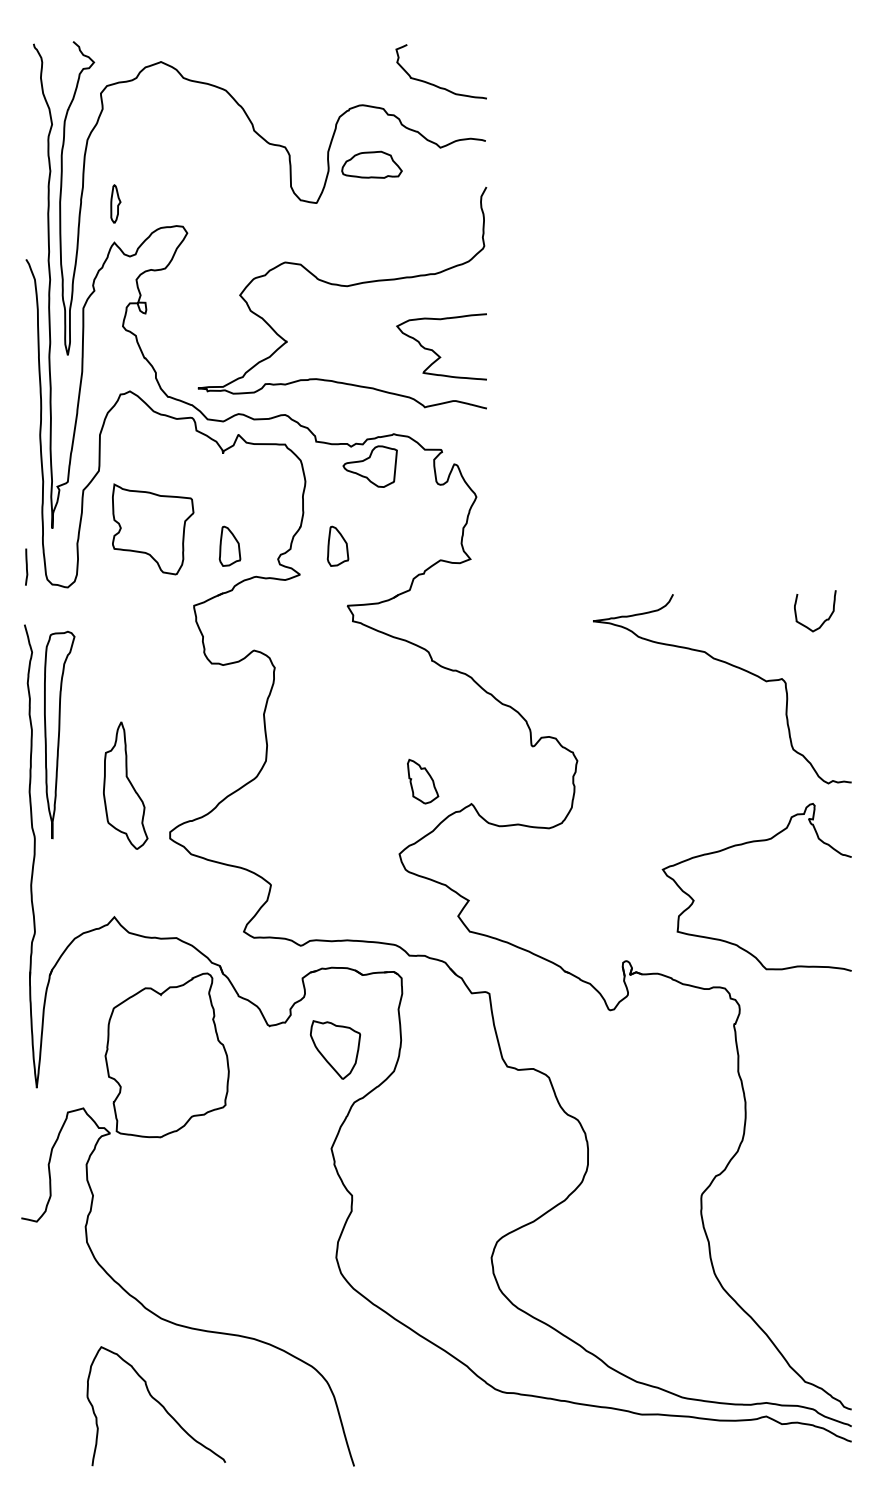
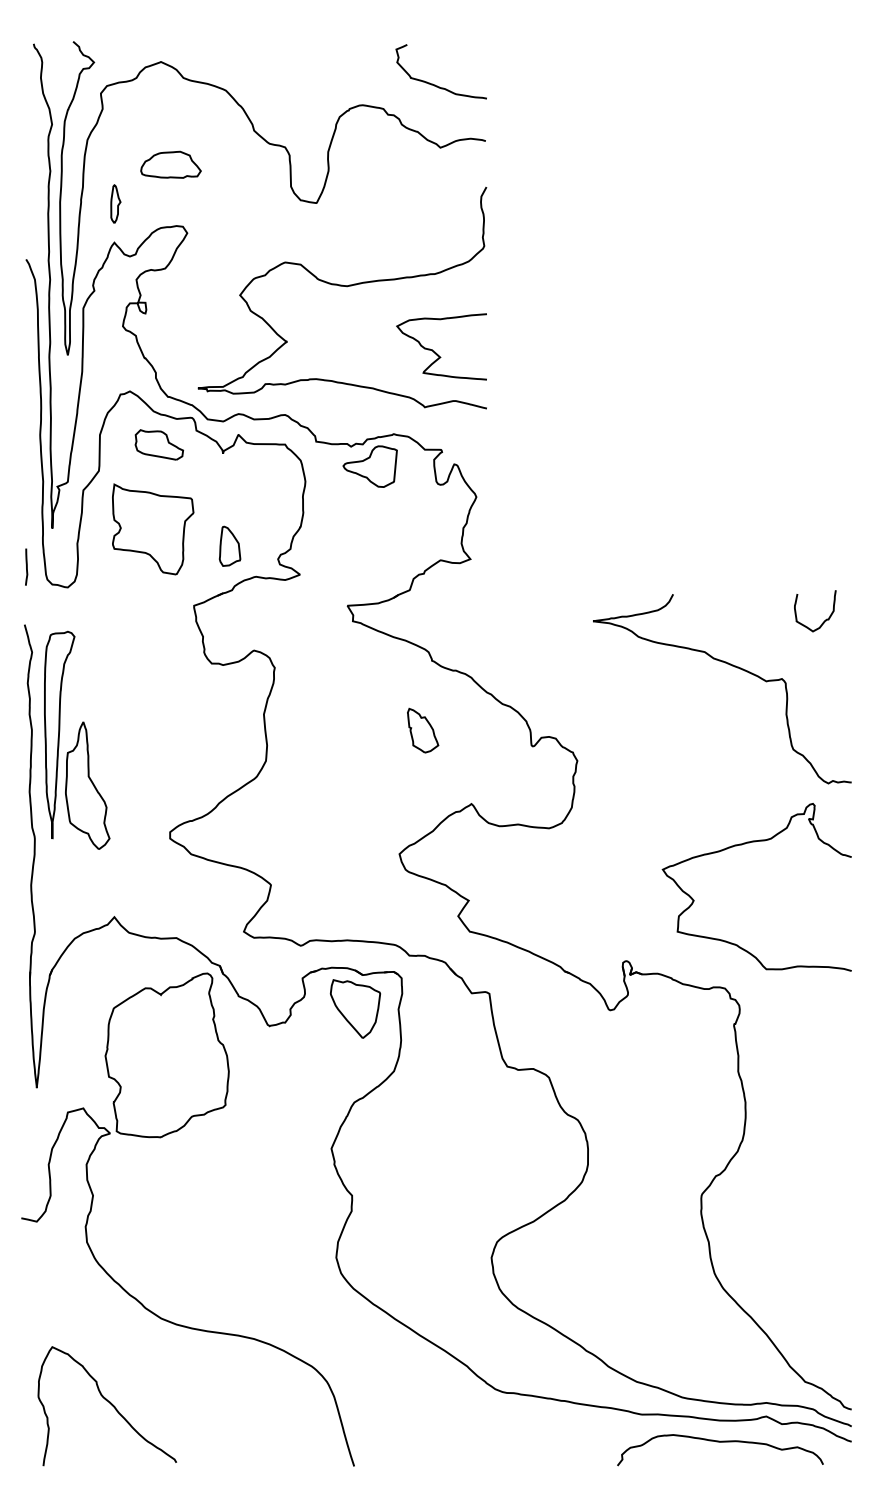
part at (371, 164) position: (371, 164) -> (170, 164)
part at (159, 444): none -> present
part at (337, 545): present -> none
part at (423, 781) position: (423, 781) -> (423, 730)
part at (125, 785) position: (125, 785) -> (87, 785)
part at (334, 1049) position: (334, 1049) -> (354, 1008)
curve at (158, 1403) position: (158, 1403) -> (109, 1403)
curve at (720, 1442): none -> present
